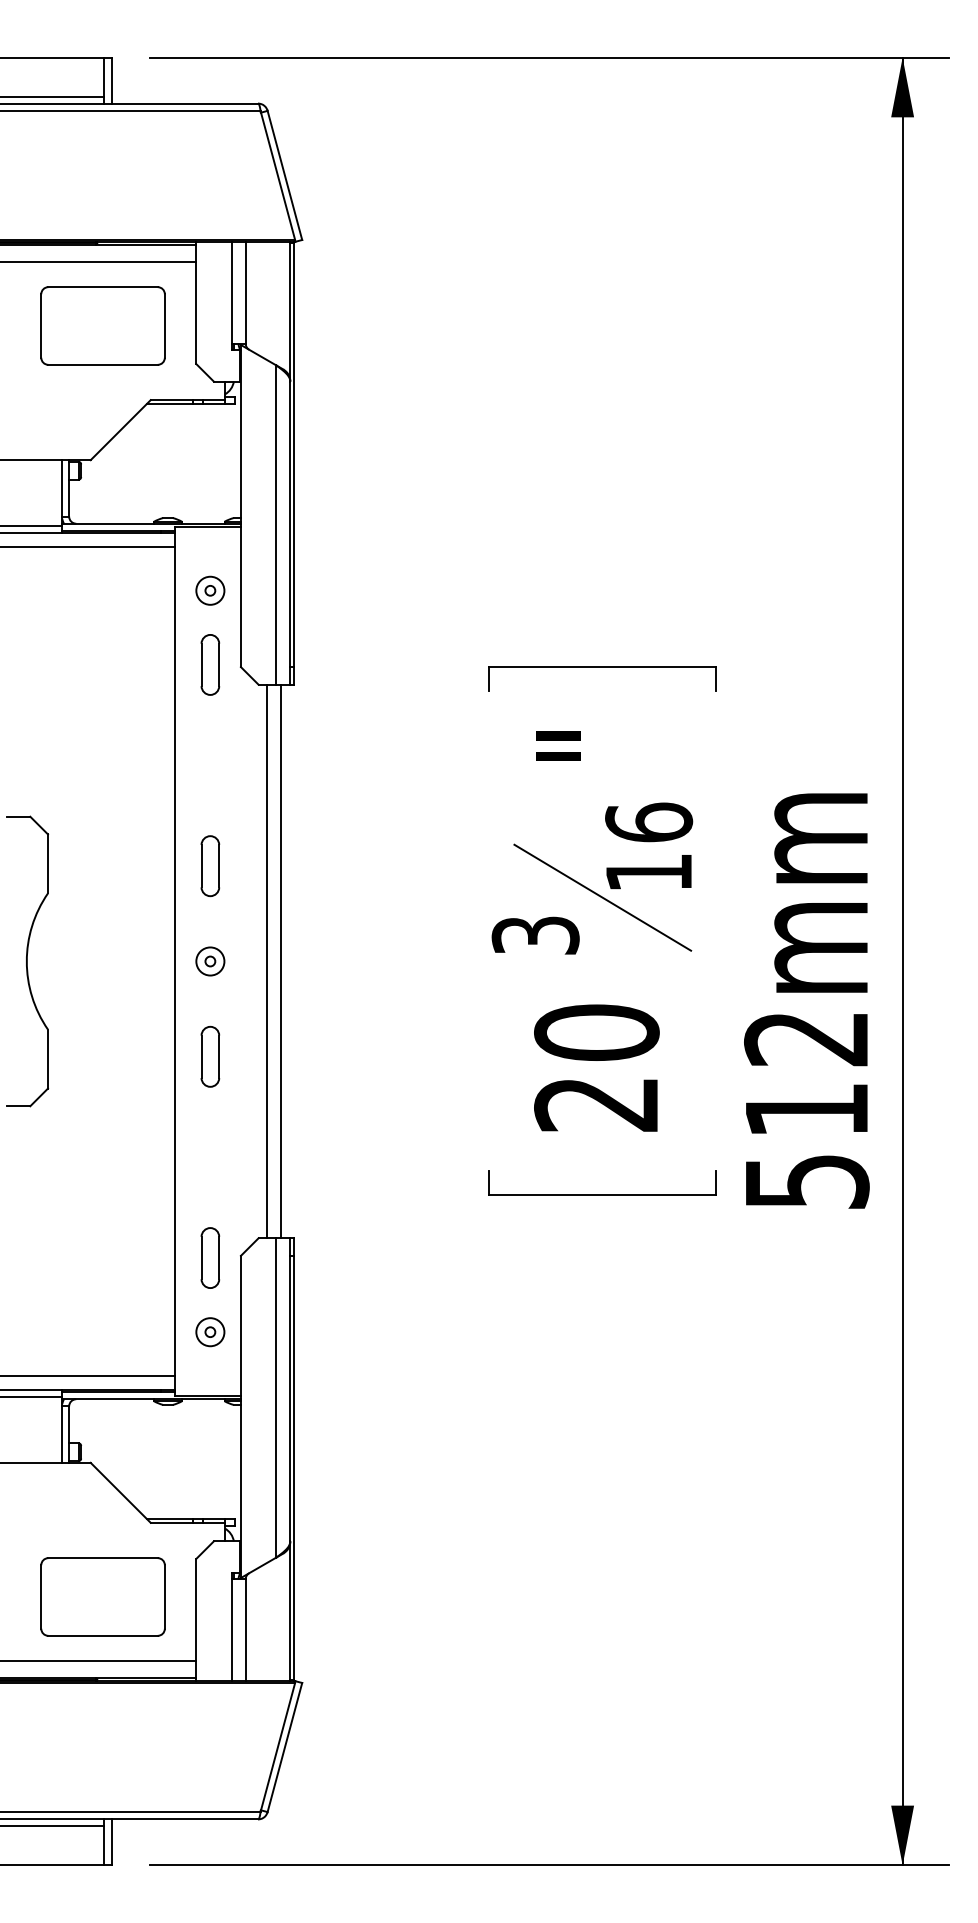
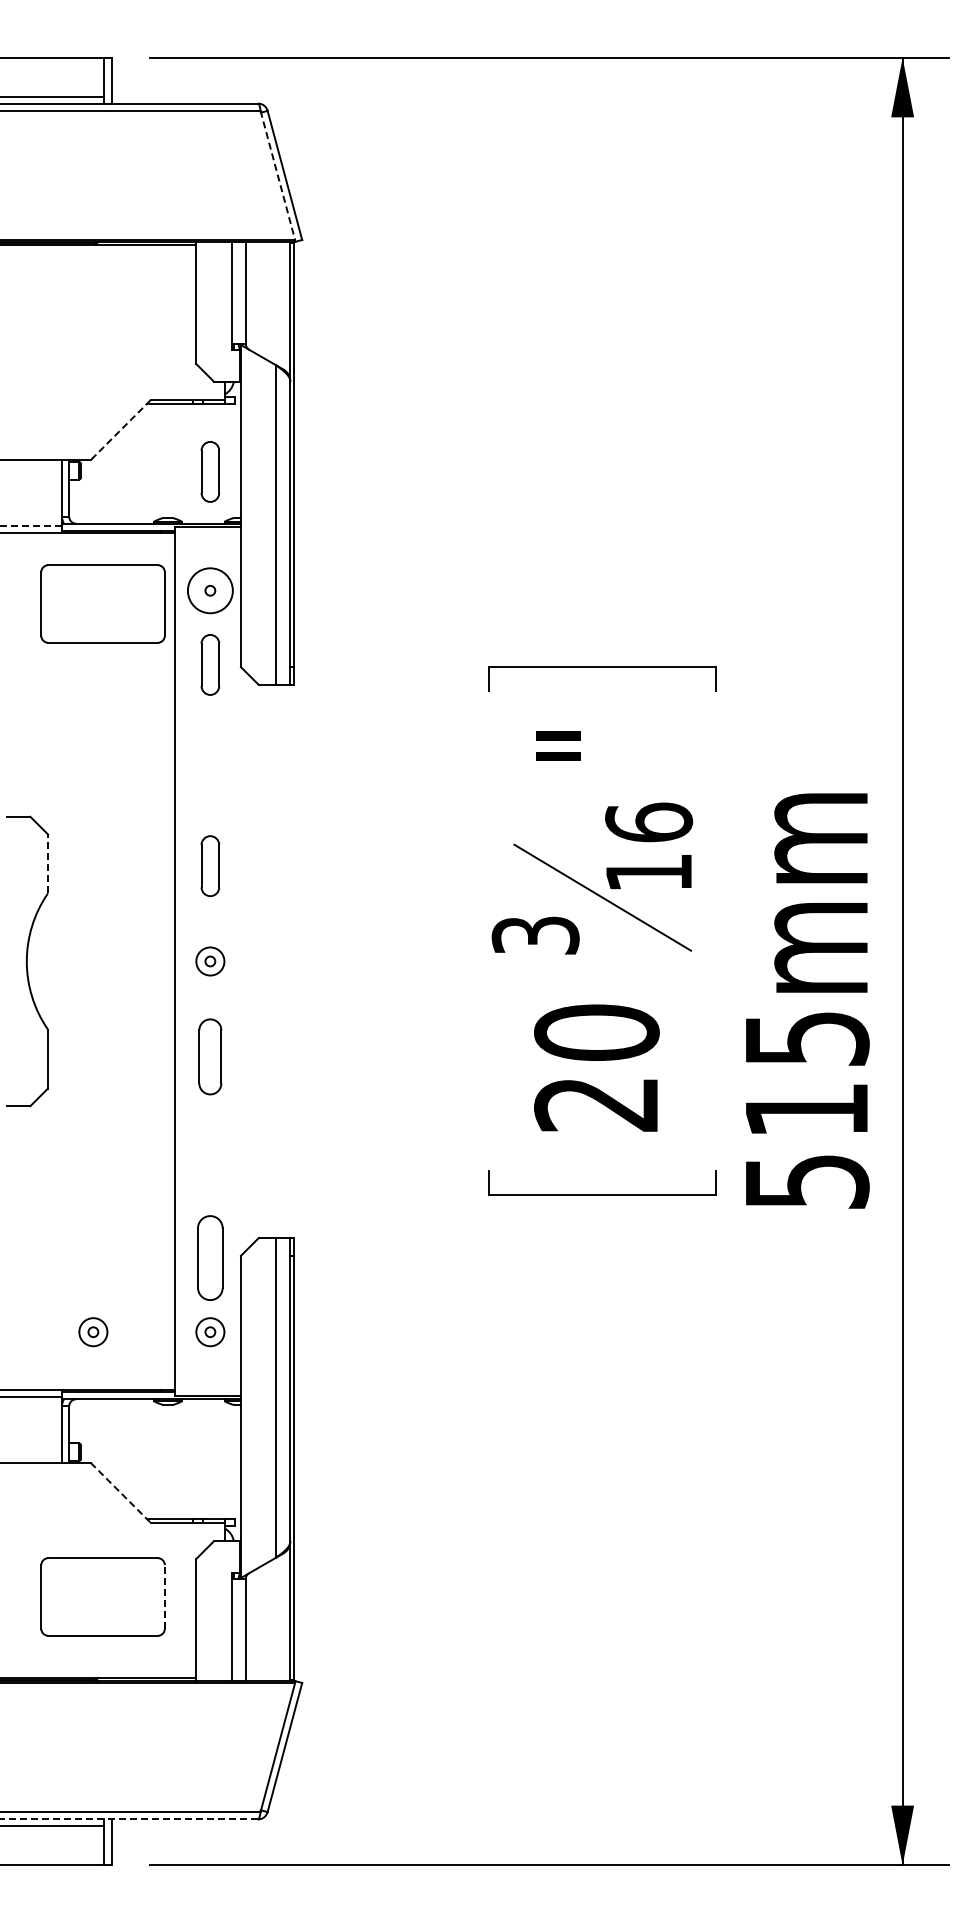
line at (277, 175): solid -> dashed
line at (99, 262): present -> none
part at (102, 325) position: (102, 325) -> (102, 603)
line at (120, 430): solid -> dashed
part at (210, 471): none -> present
line at (31, 526): solid -> dashed
line at (88, 546): present -> none
circle at (210, 590) diameter: 28 px -> 45 px
line at (47, 863): solid -> dashed
line at (266, 961): present -> none
line at (281, 961): present -> none
text at (806, 1039): 512mm -> 515mm
part at (210, 1056) size: 21x63 px -> 25x78 px
part at (210, 1257) size: 21x62 px -> 27x86 px
part at (93, 1332): none -> present
line at (88, 1376): present -> none
line at (121, 1493): solid -> dashed
line at (164, 1596): solid -> dashed
line at (99, 1660): present -> none
line at (129, 1819): solid -> dashed
